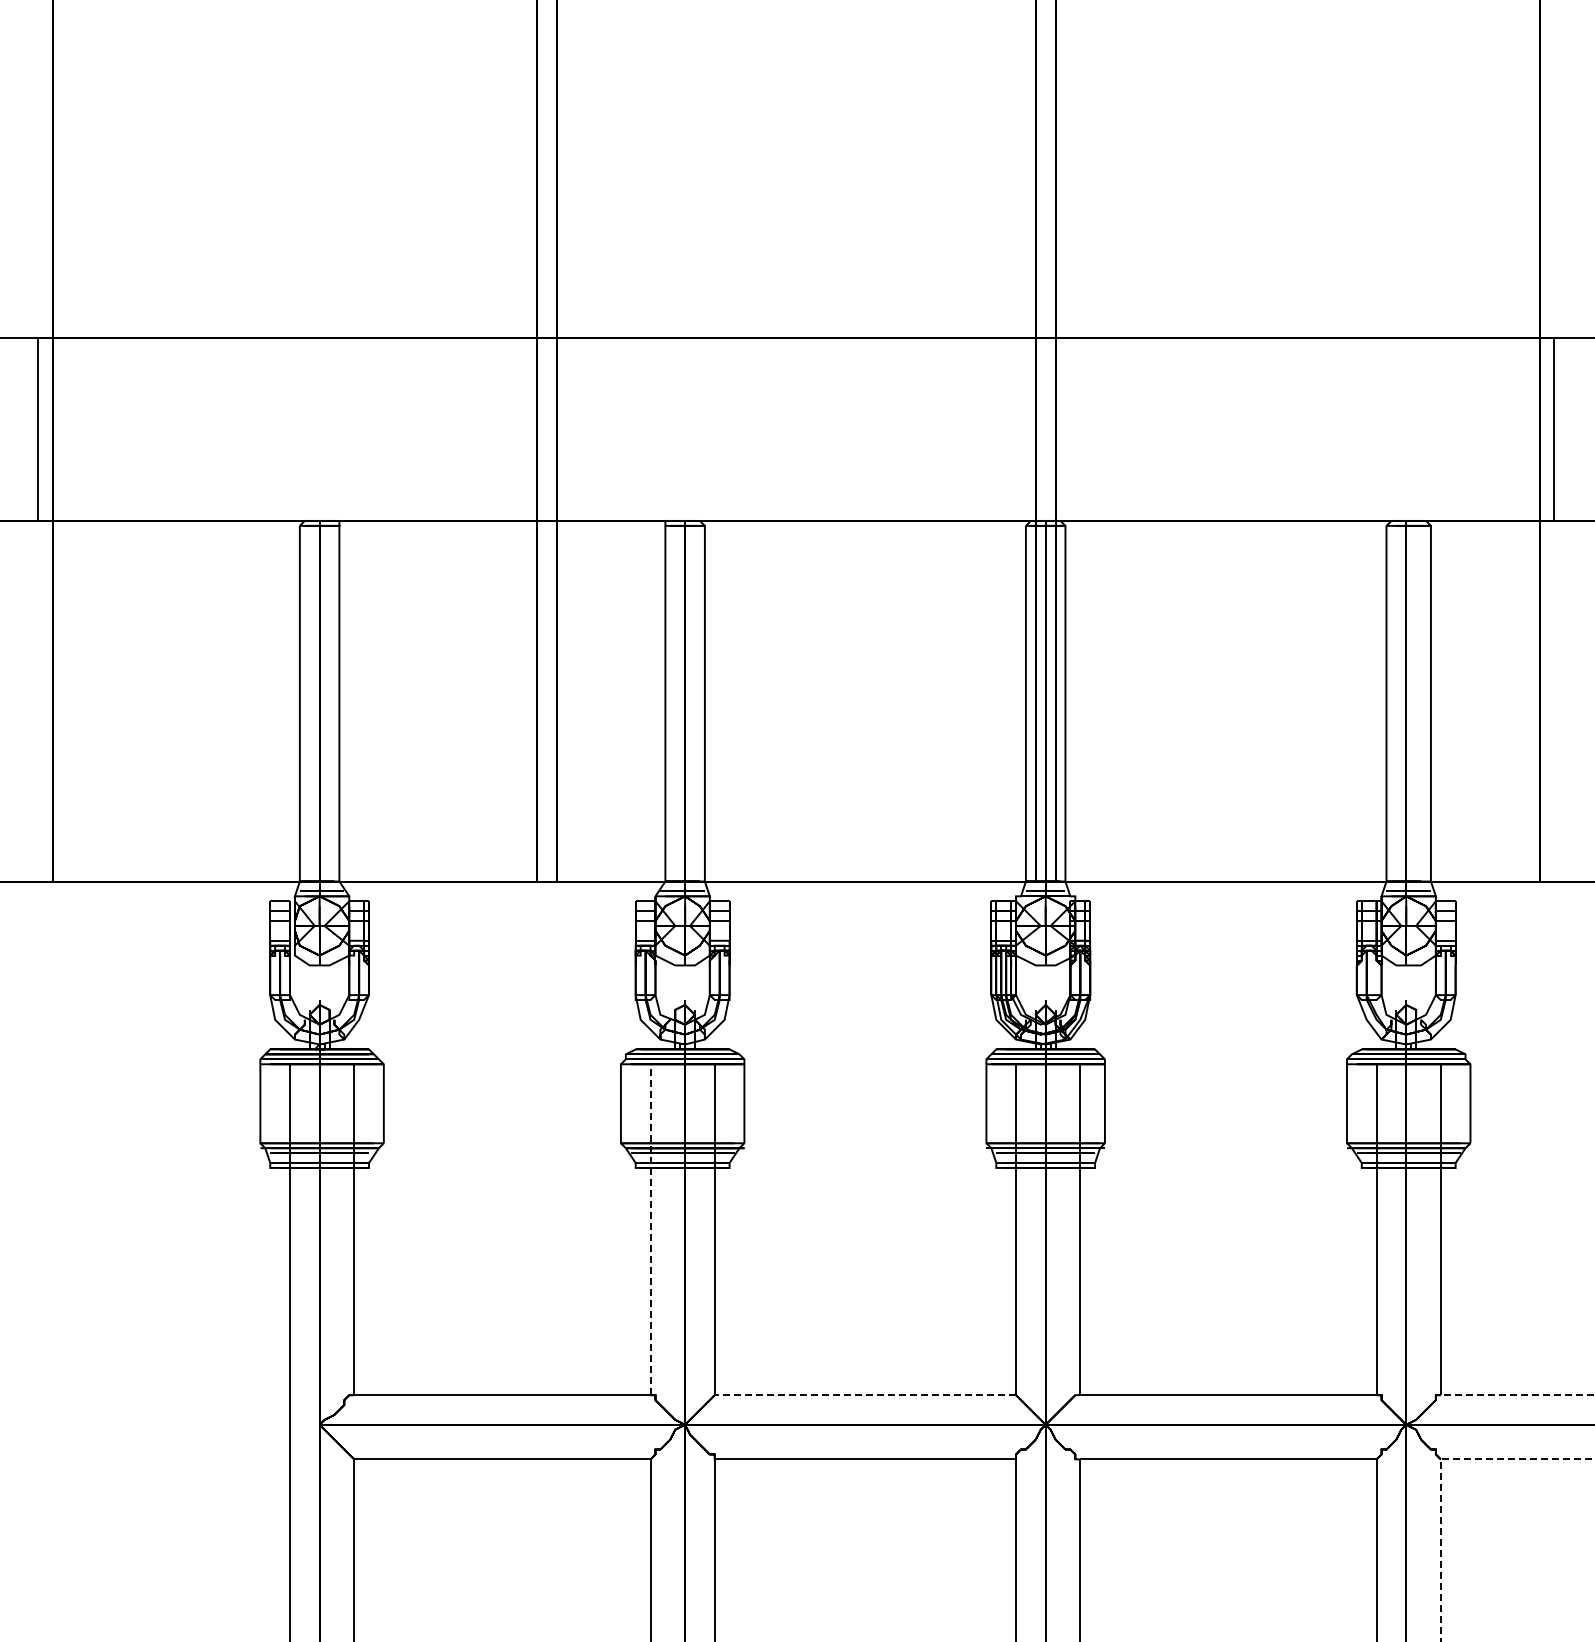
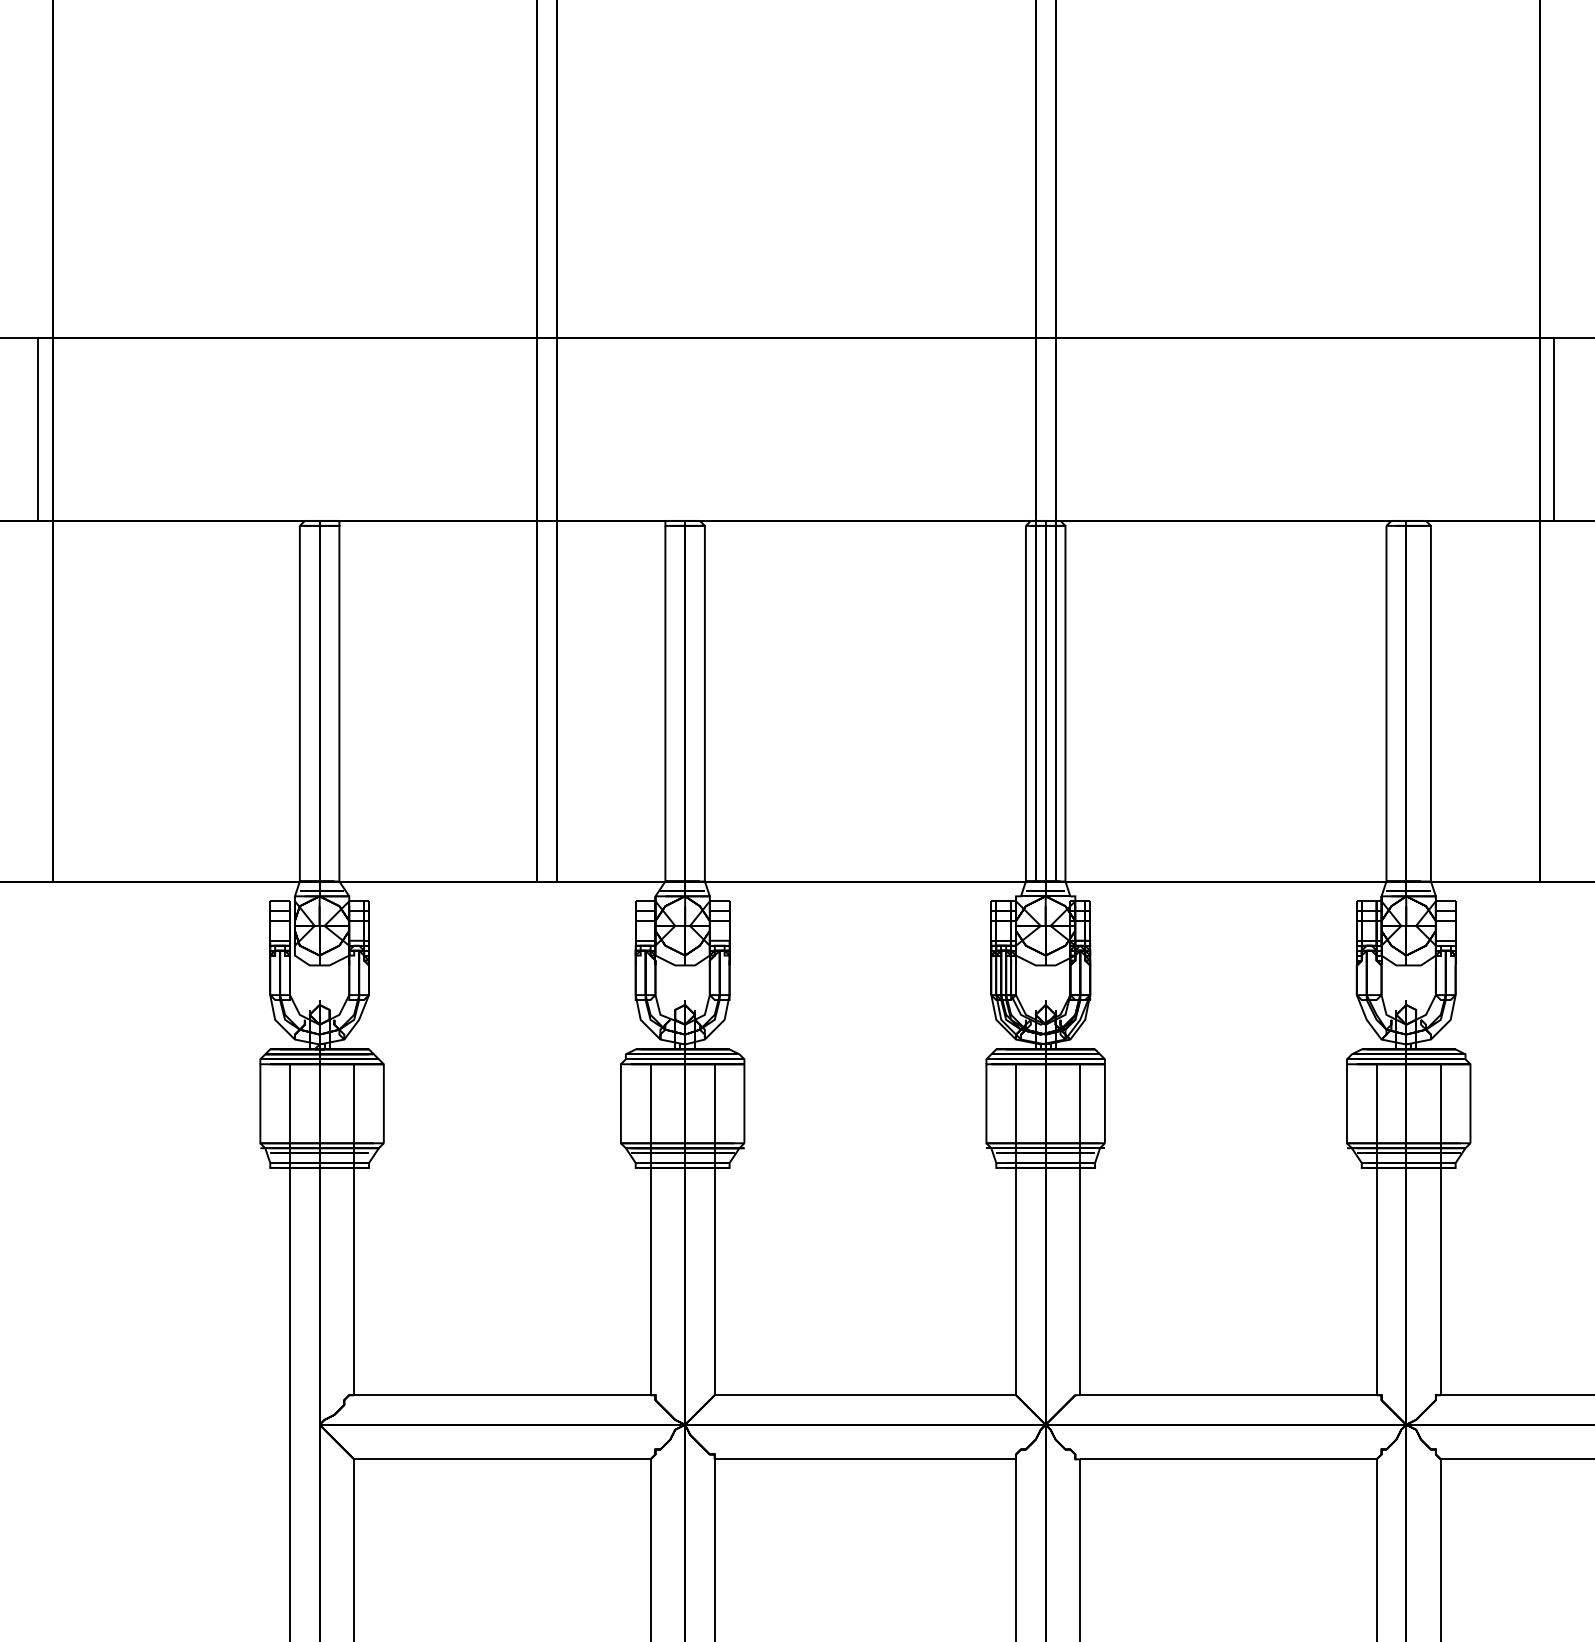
line at (650, 1229): dashed -> solid
line at (865, 1395): dashed -> solid
line at (1517, 1395): dashed -> solid
line at (1440, 1473): dashed -> solid
